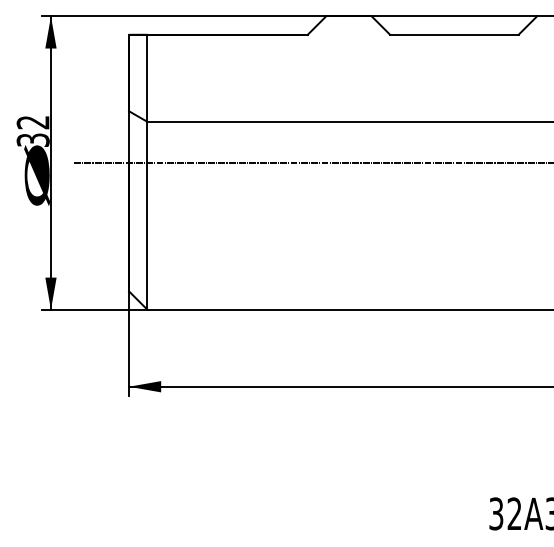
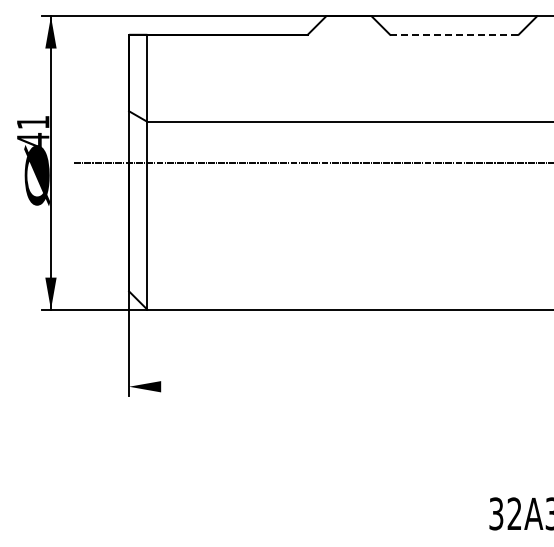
line at (454, 34): solid -> dashed
text at (32, 131): 32 -> 41
line at (339, 386): present -> none
